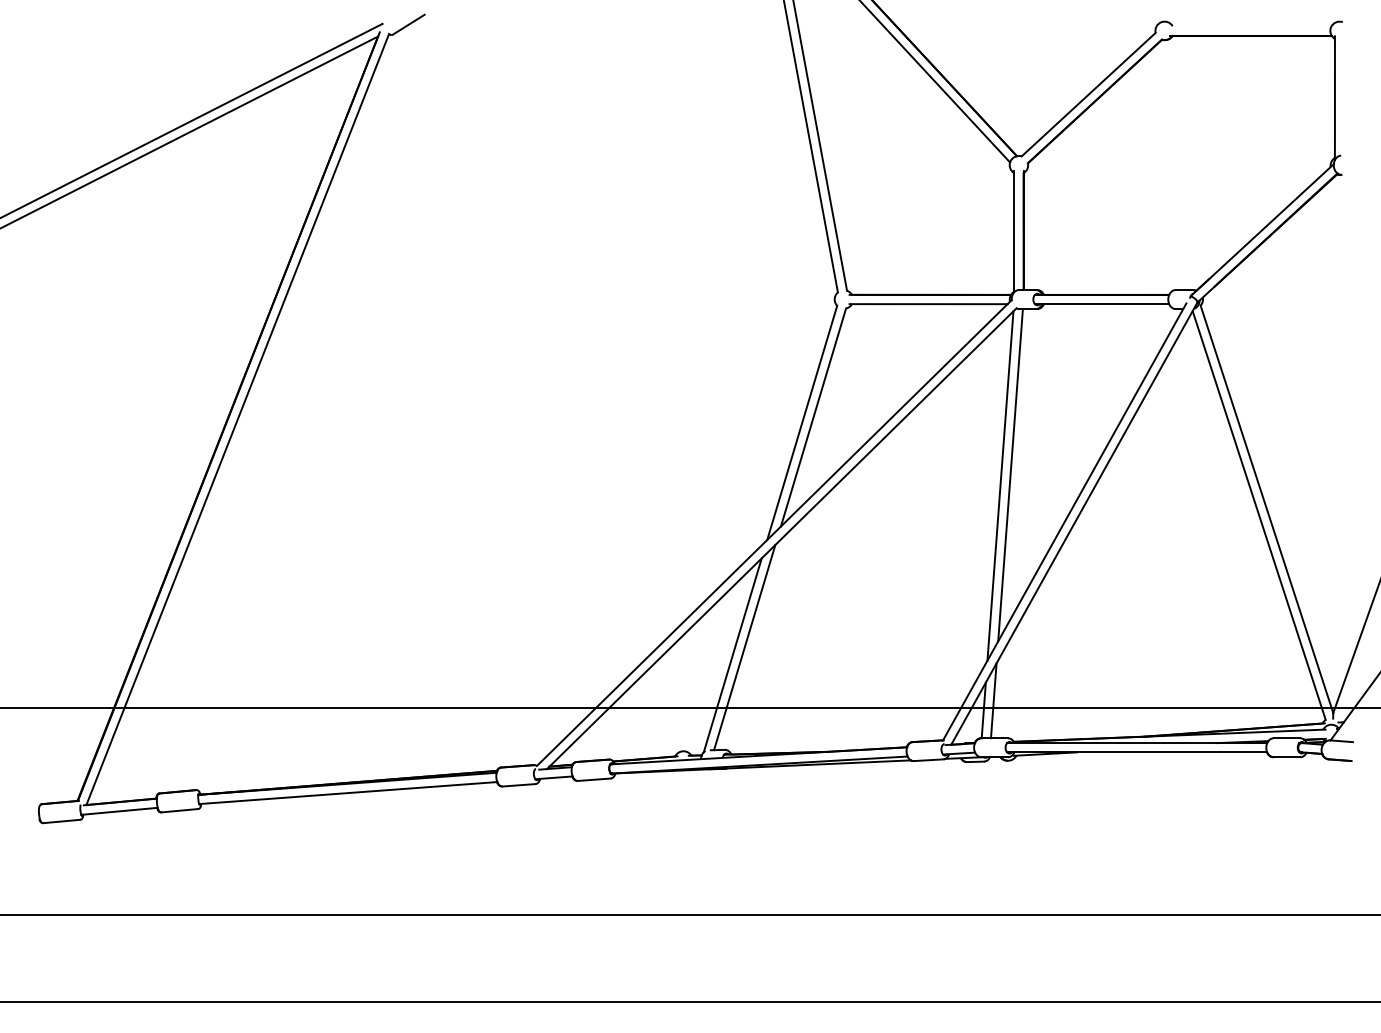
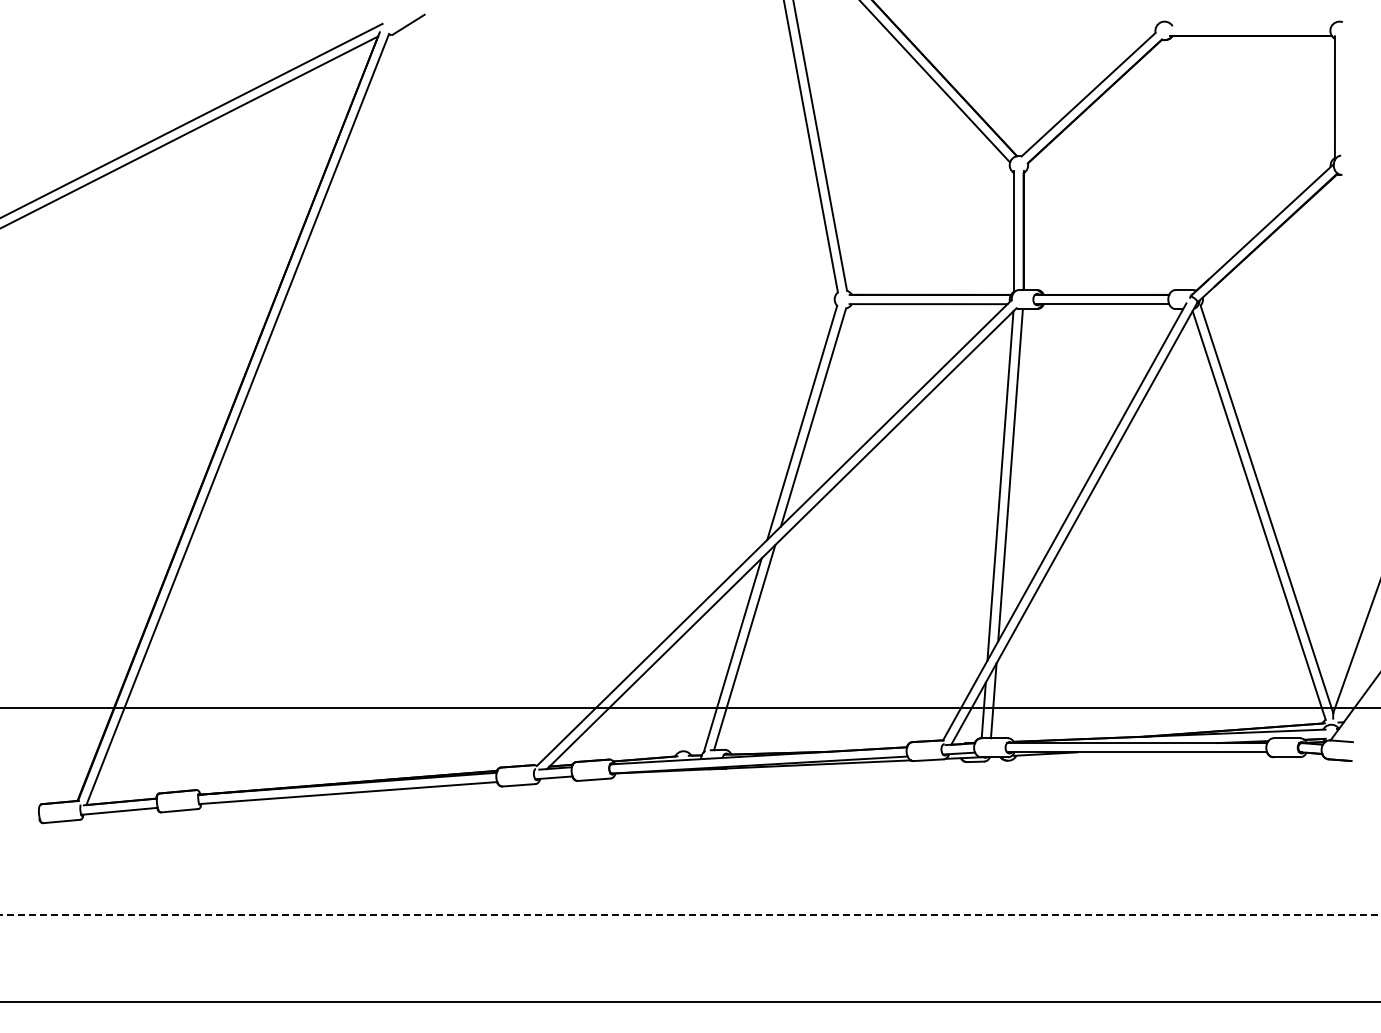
line at (690, 915): solid -> dashed
